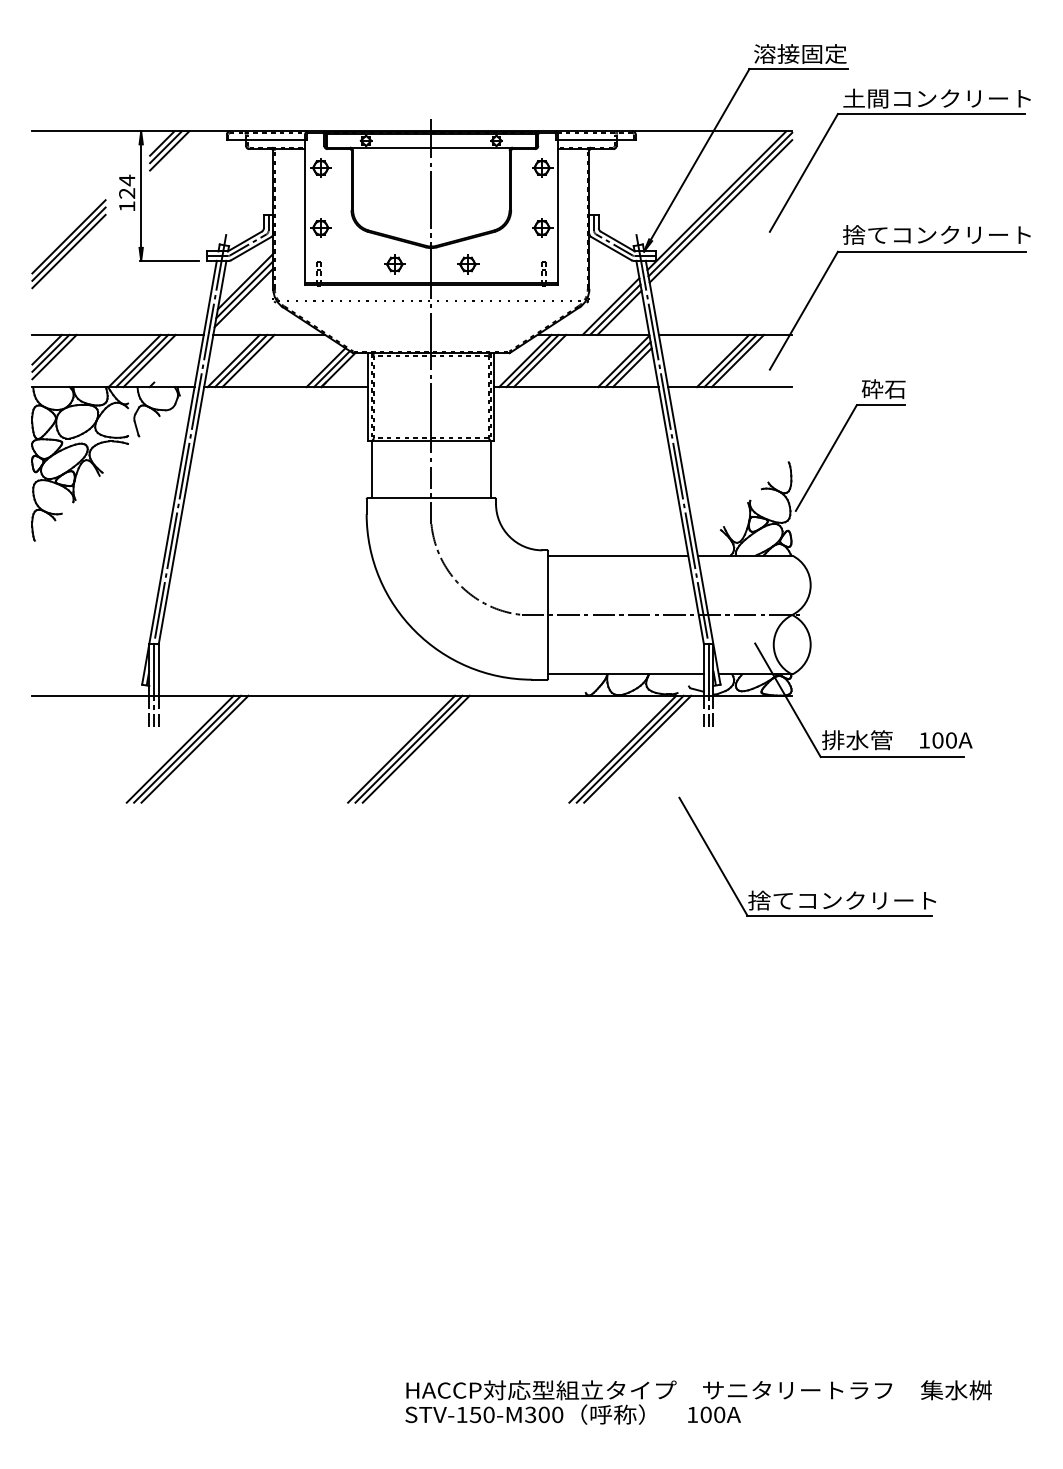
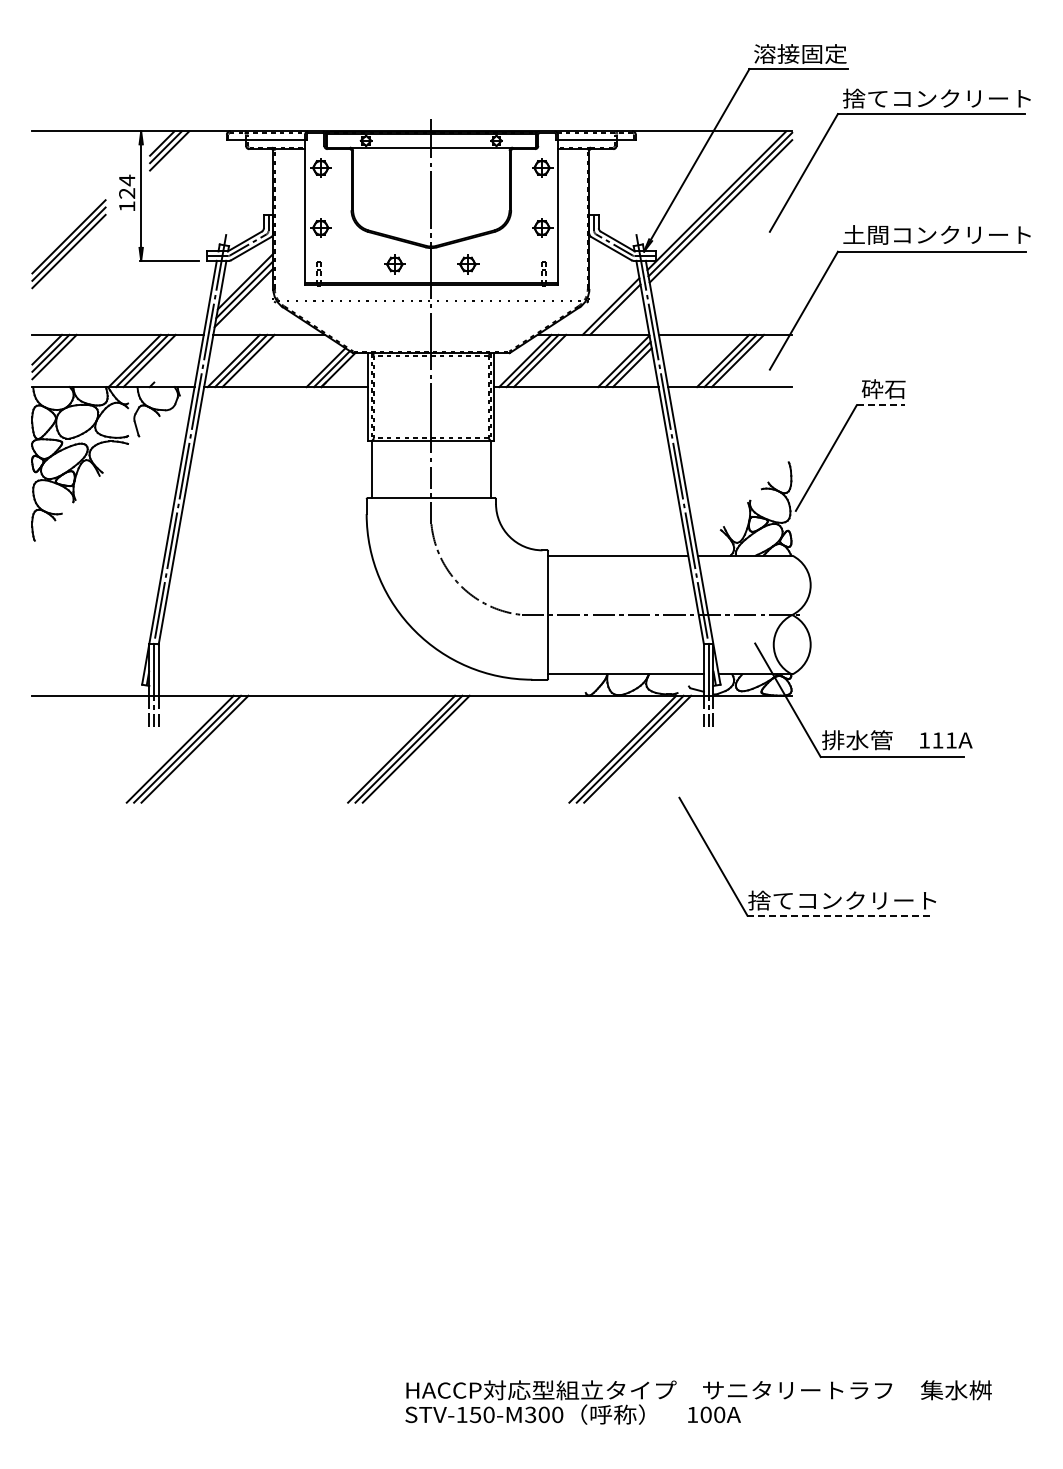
text at (865, 98): 土間コンクリート -> 捨てコンクリート
text at (865, 234): 捨てコンクリート -> 土間コンクリート
line at (619, 312): present -> none
line at (881, 405): solid -> dashed
text at (944, 740): 100A -> 111A
line at (840, 915): solid -> dashed
